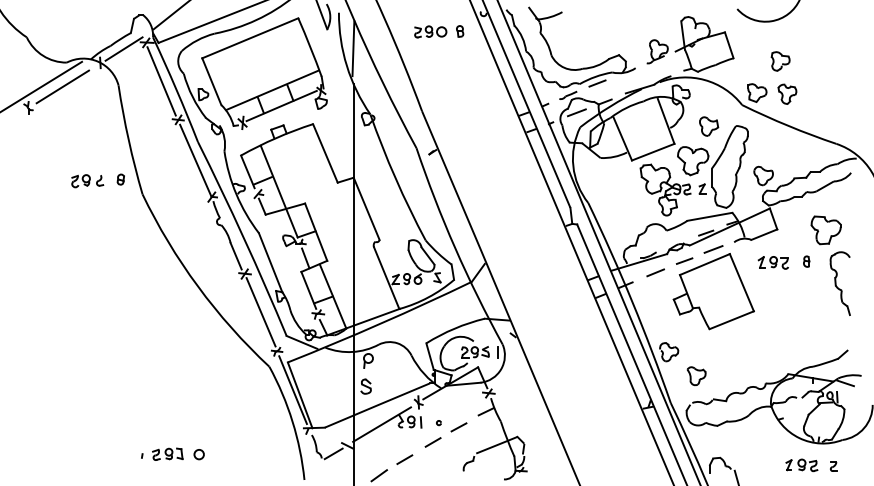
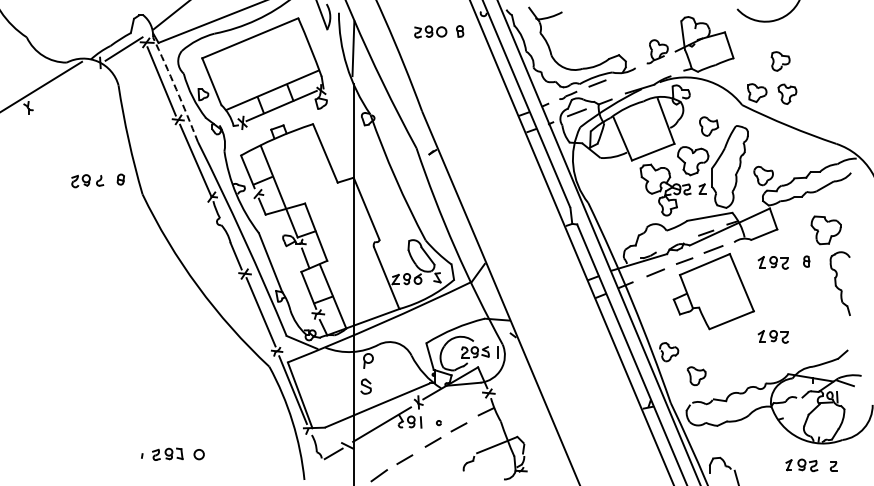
line at (62, 86): present -> none
arc at (176, 89): solid -> dashed
part at (772, 336): none -> present
